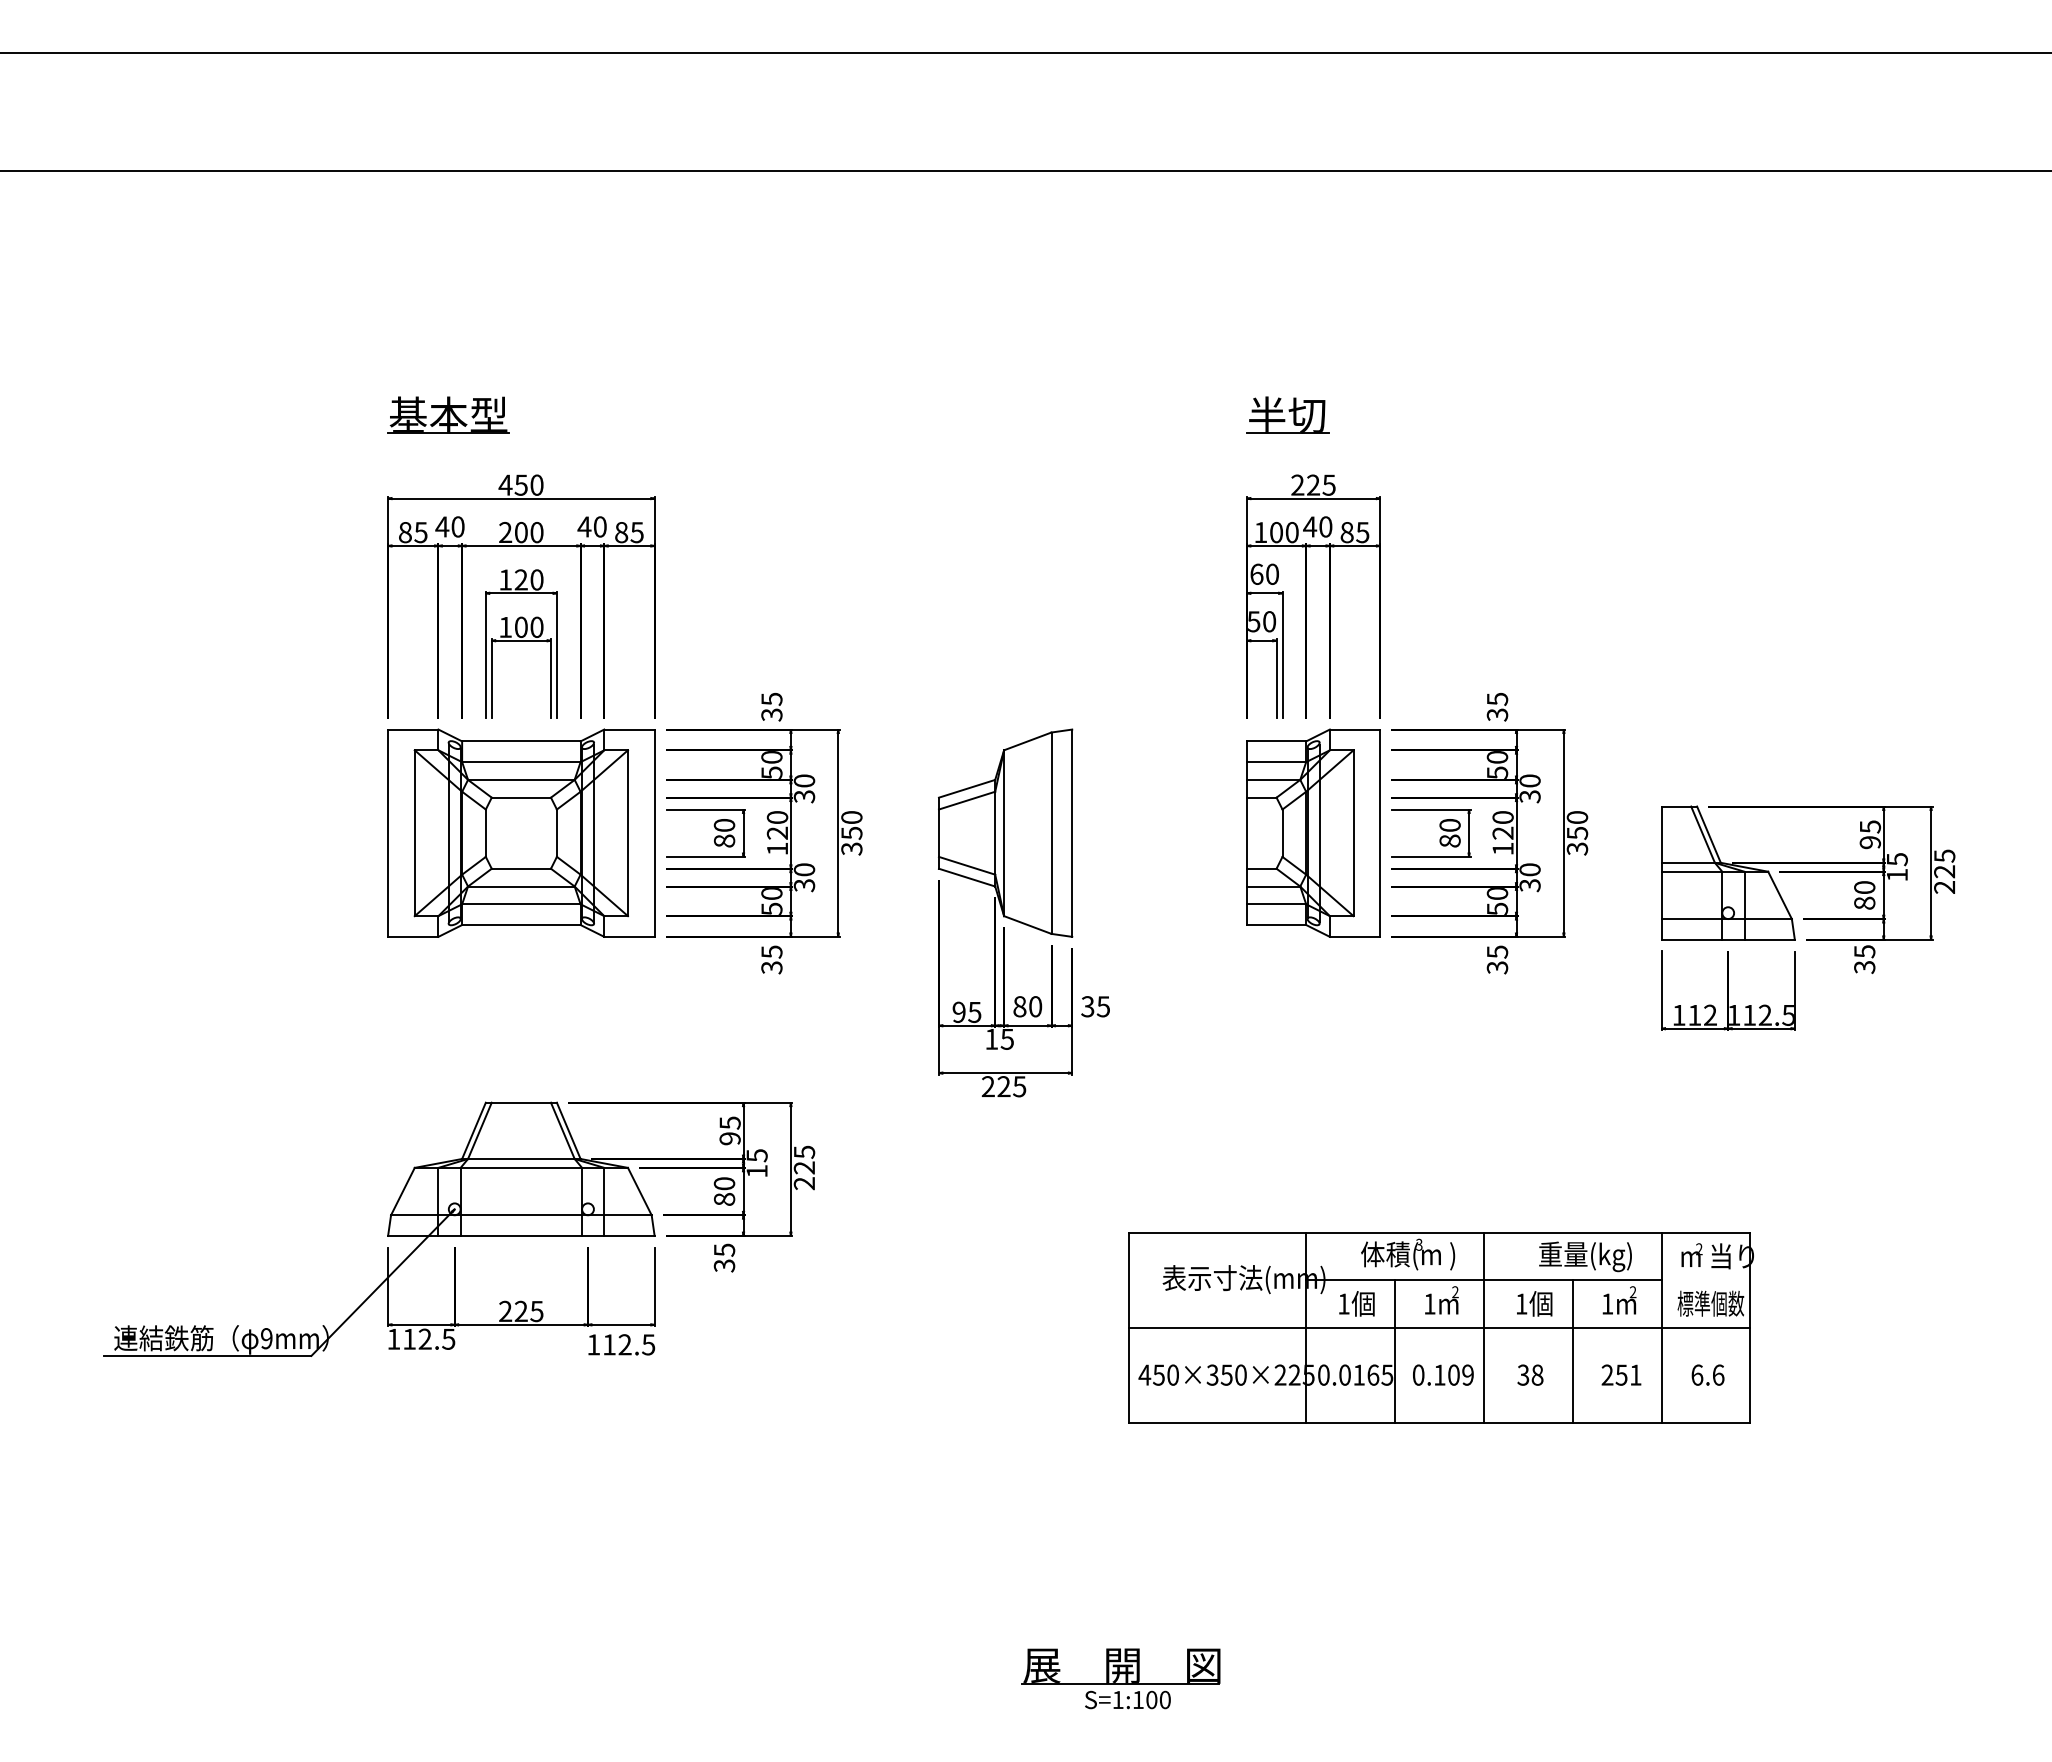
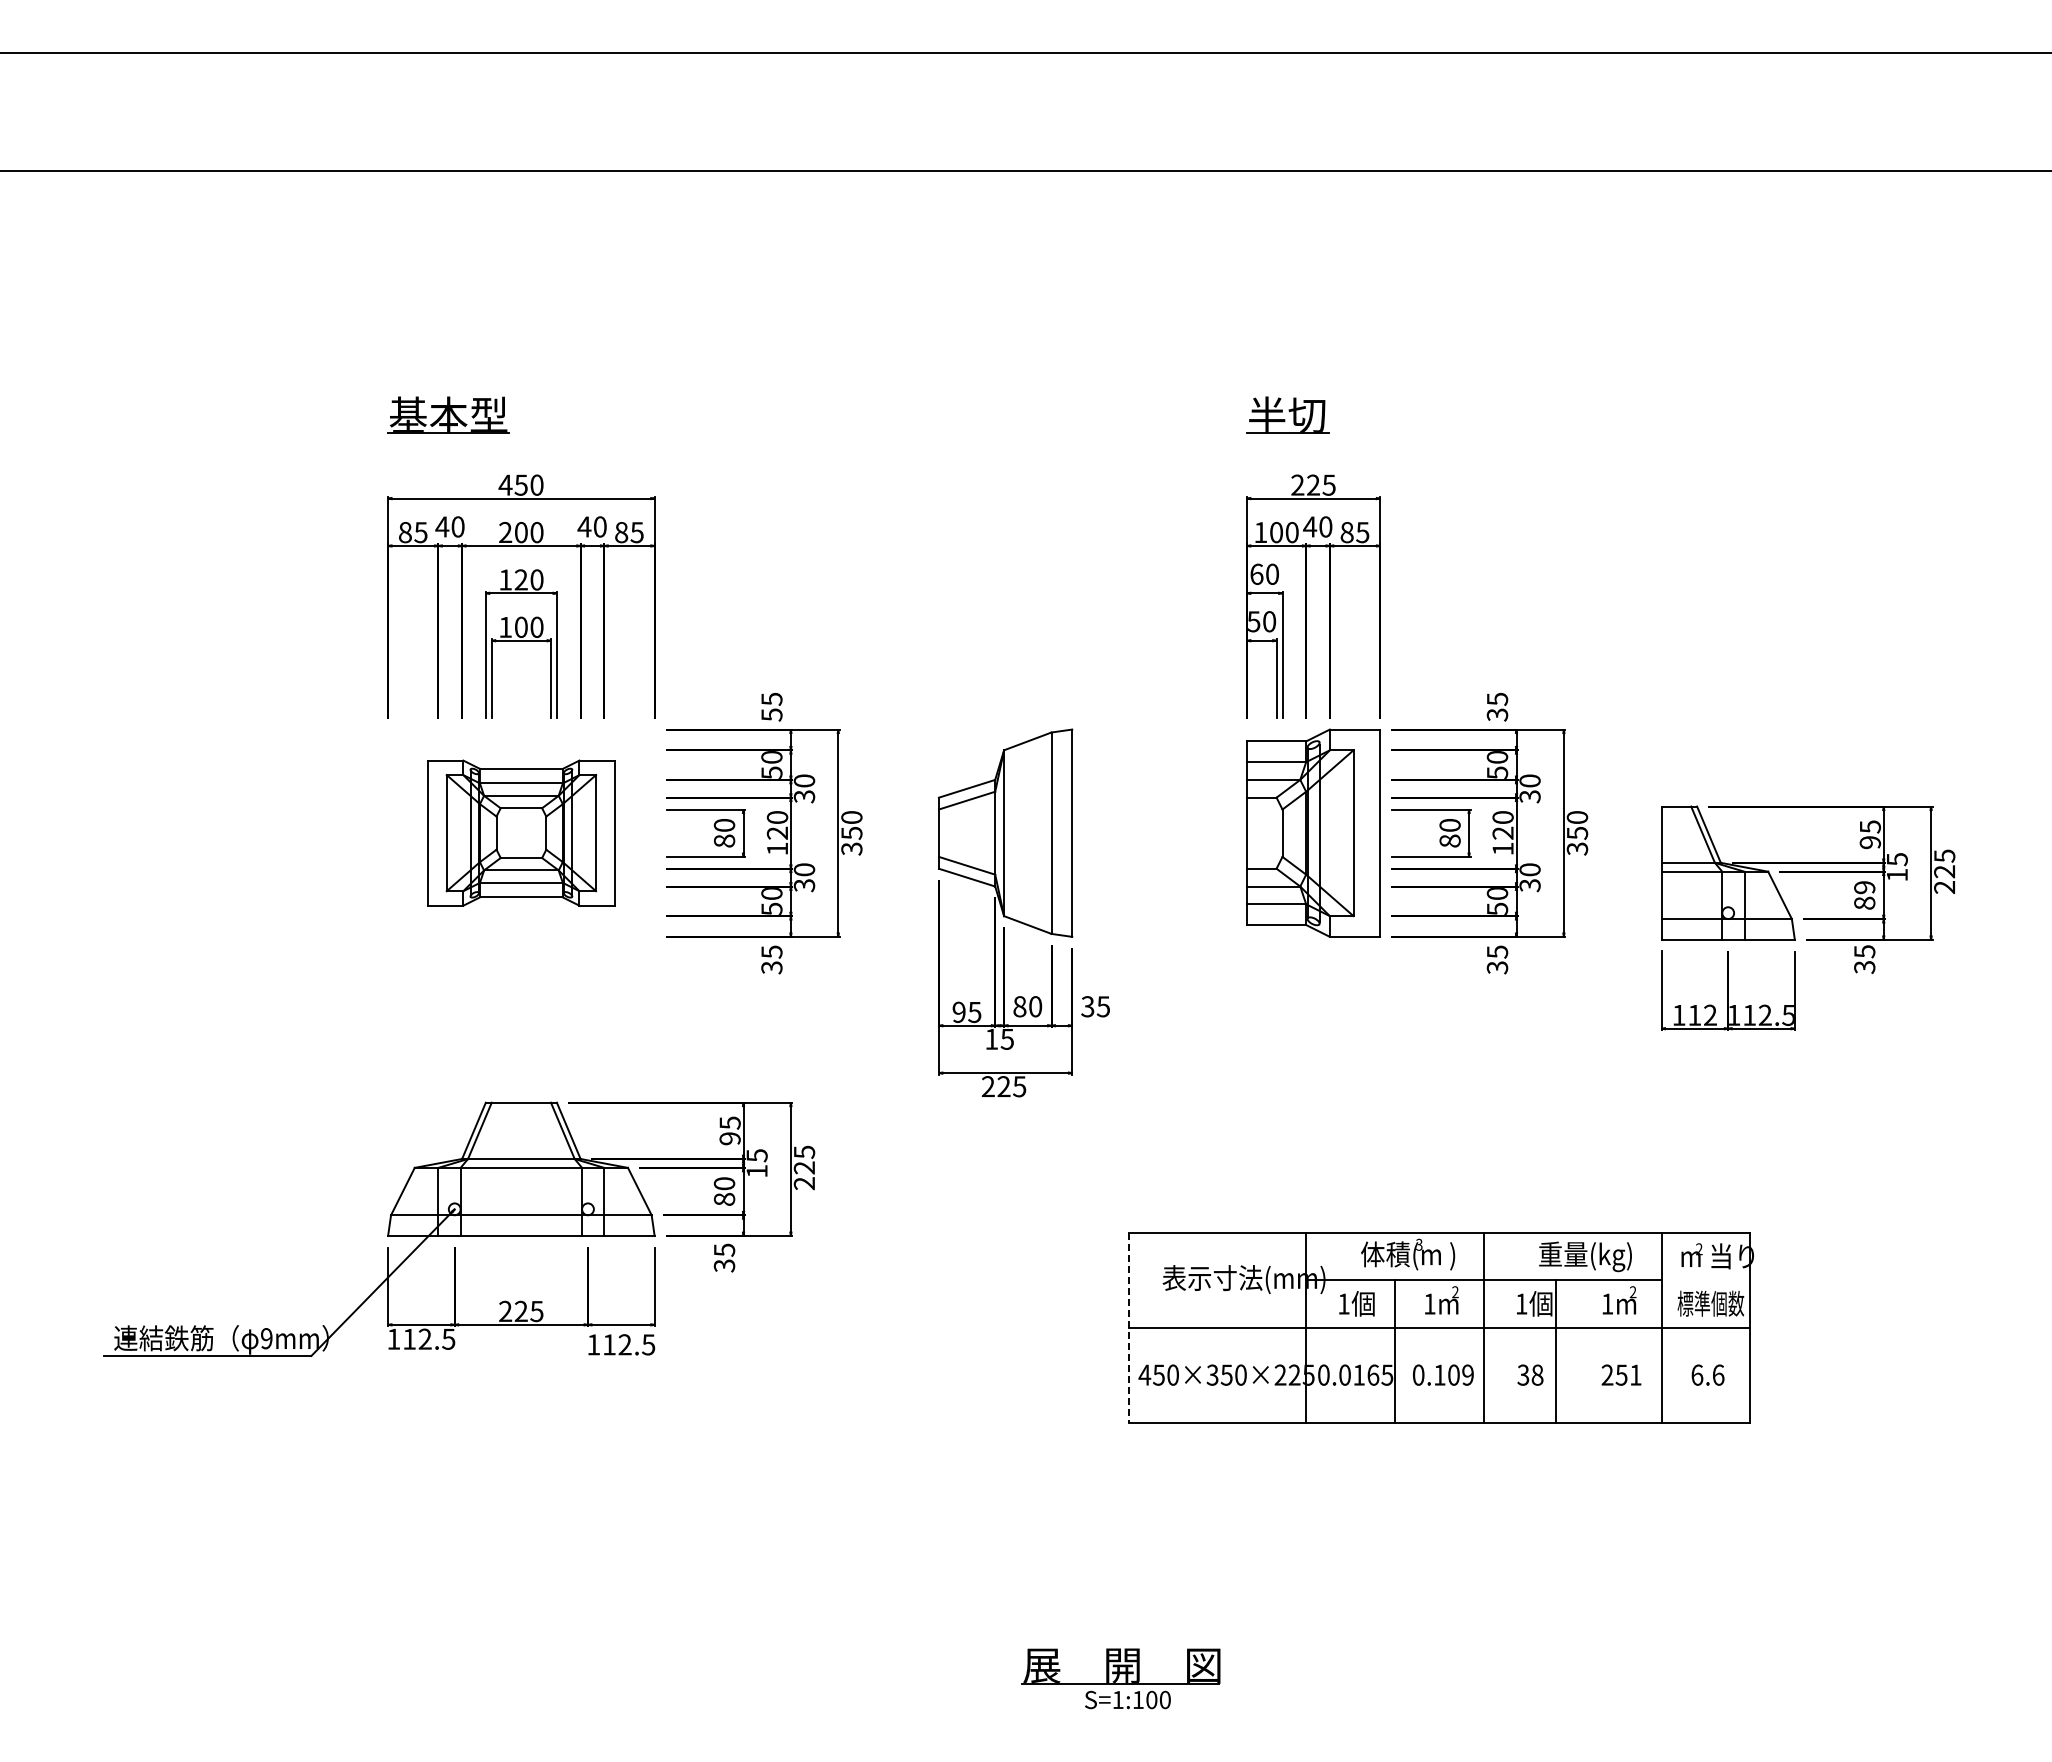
text at (771, 714): 35 -> 55
part at (521, 832) size: 269x210 px -> 189x148 px
text at (1864, 887): 80 -> 89
line at (1128, 1327): solid -> dashed
line at (1572, 1351) position: (1572, 1351) -> (1555, 1351)
